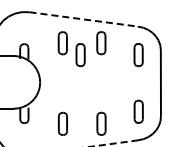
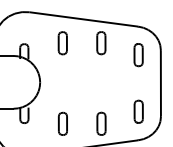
line at (83, 19): dashed -> solid
part at (80, 55): present -> none
line at (113, 143): dashed -> solid
